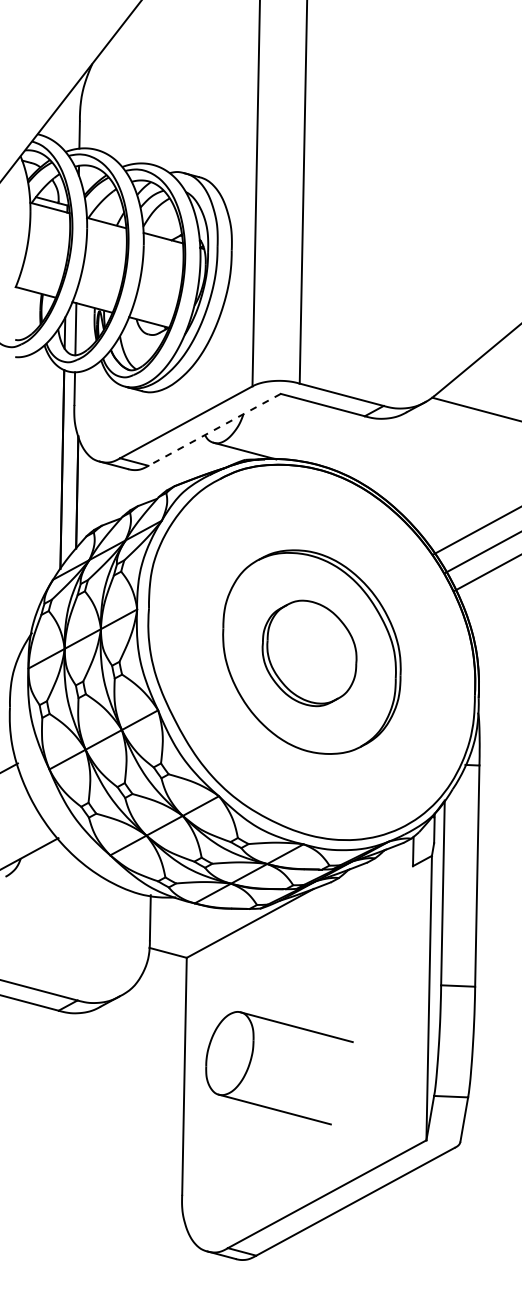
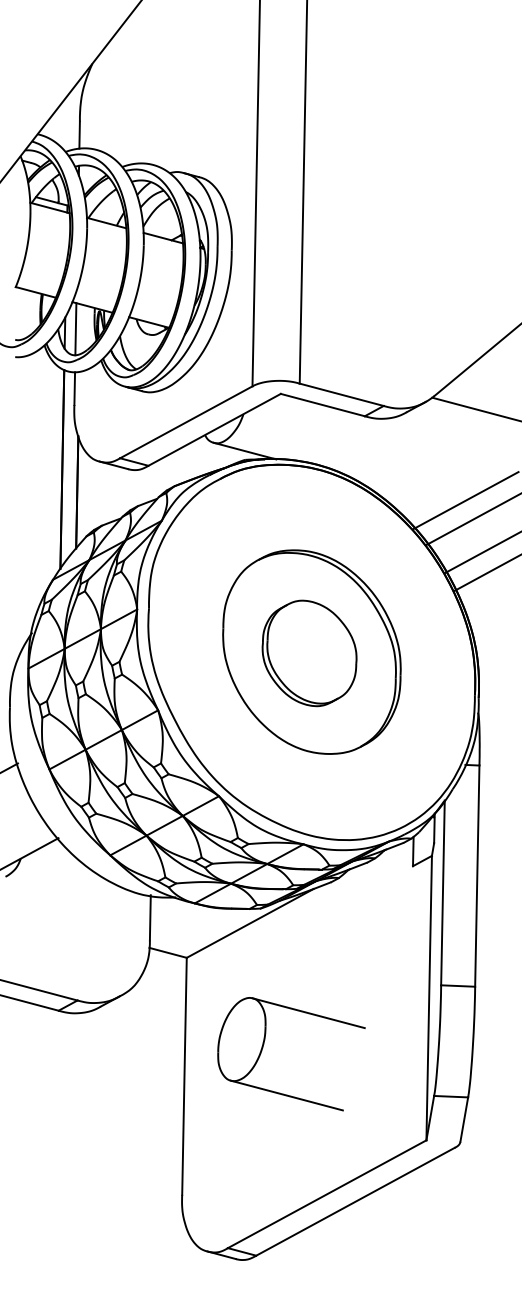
line at (214, 430): dashed -> solid
line at (465, 500): none -> present
line at (475, 531) position: (475, 531) -> (472, 519)
part at (252, 1058) position: (252, 1058) -> (264, 1044)
